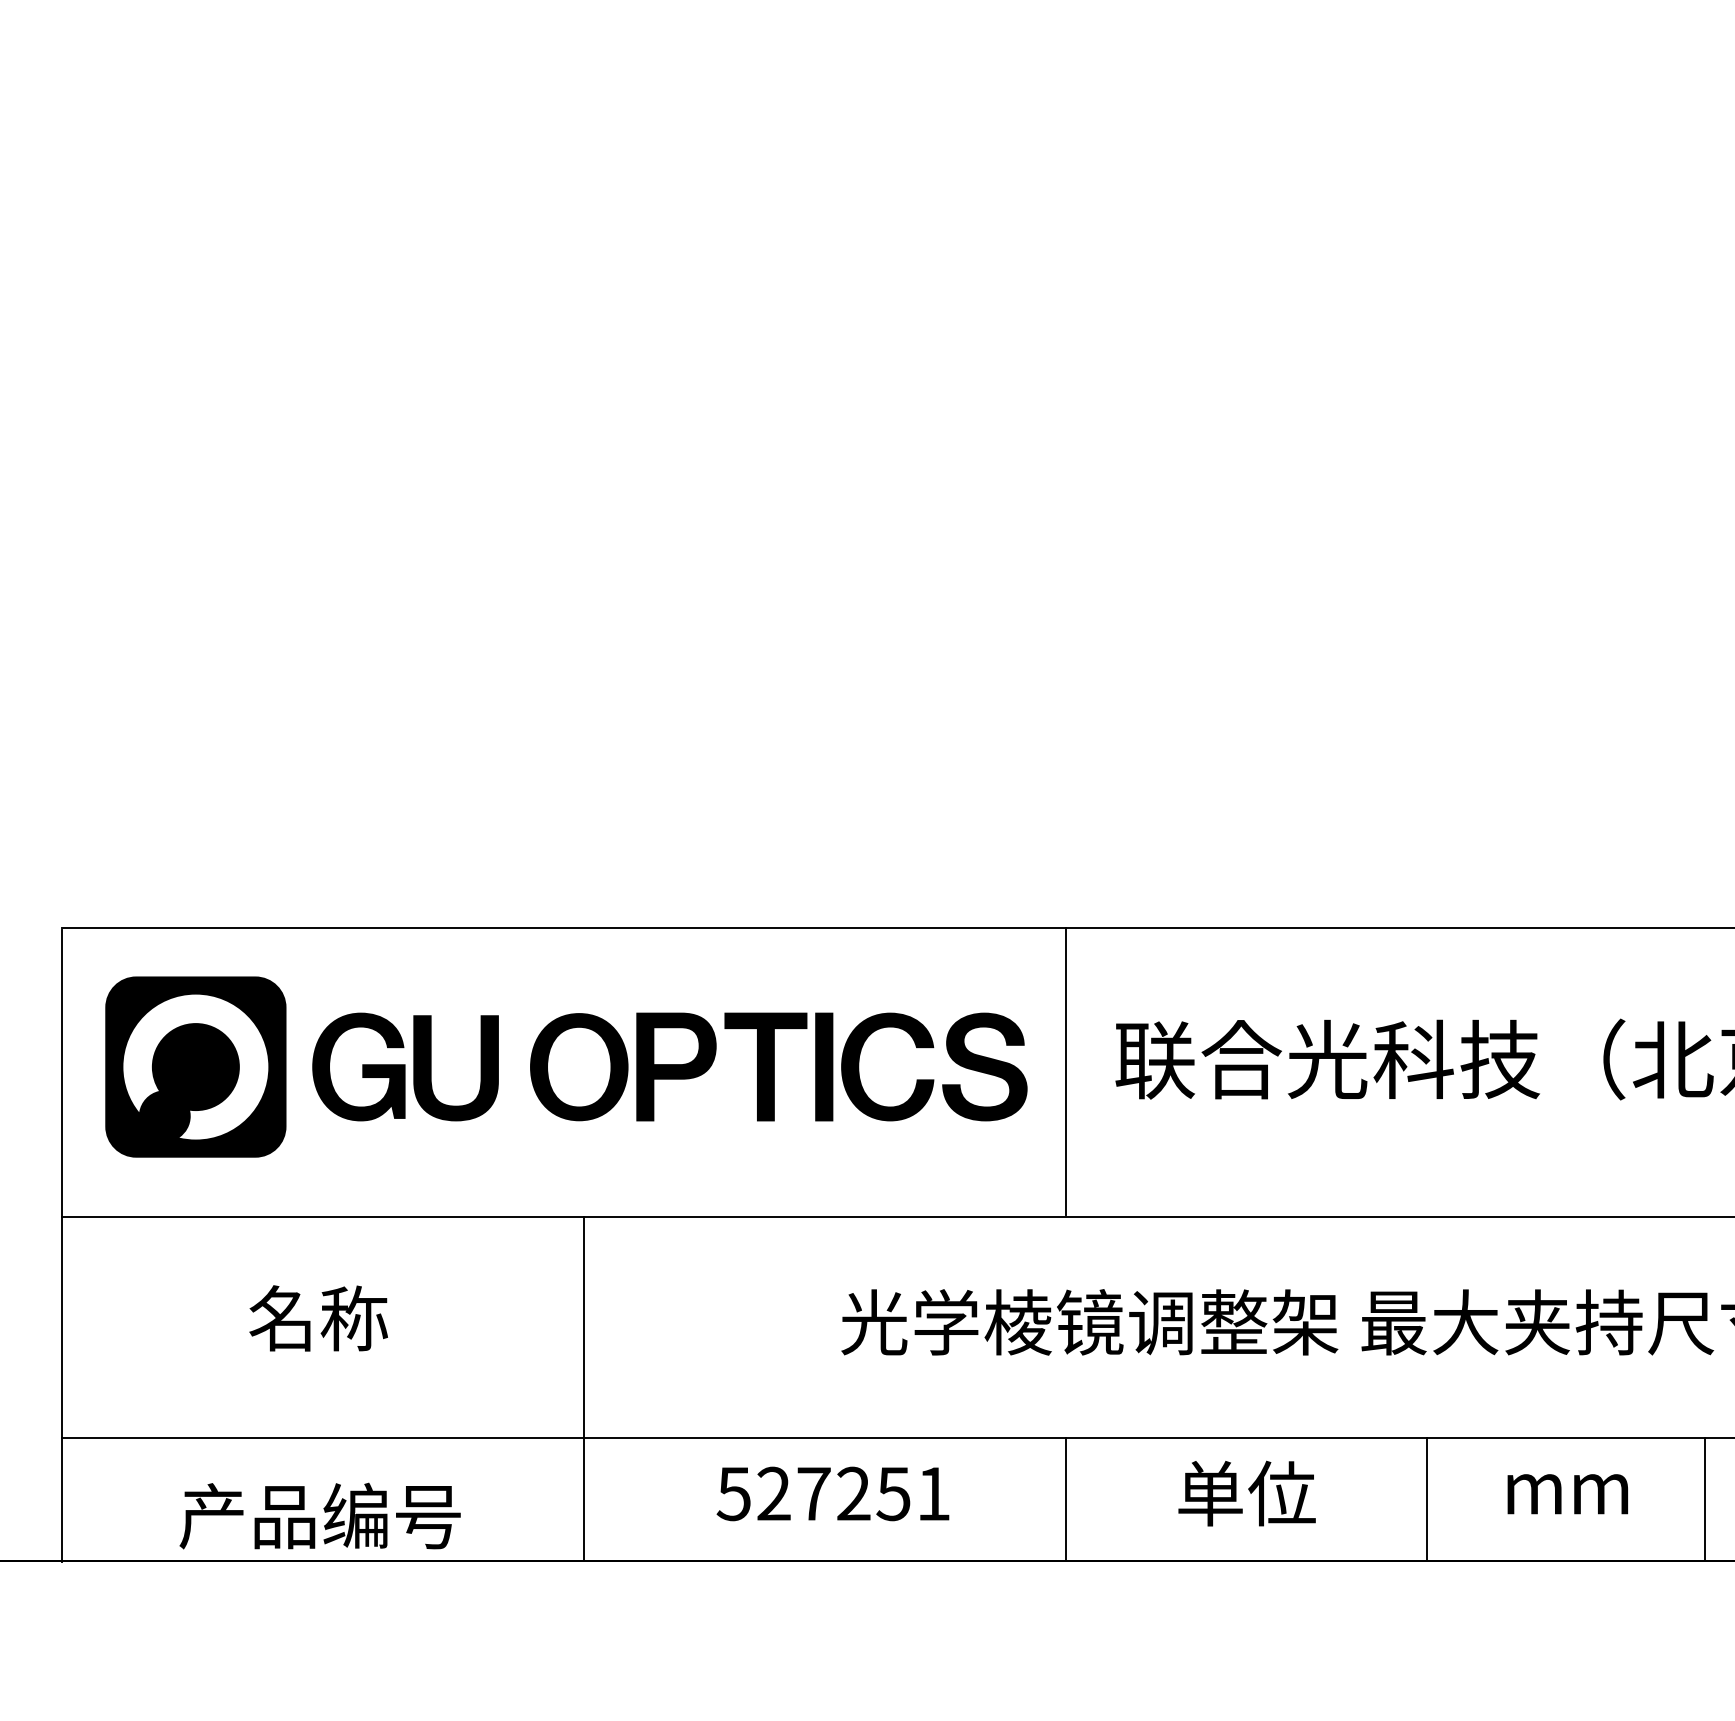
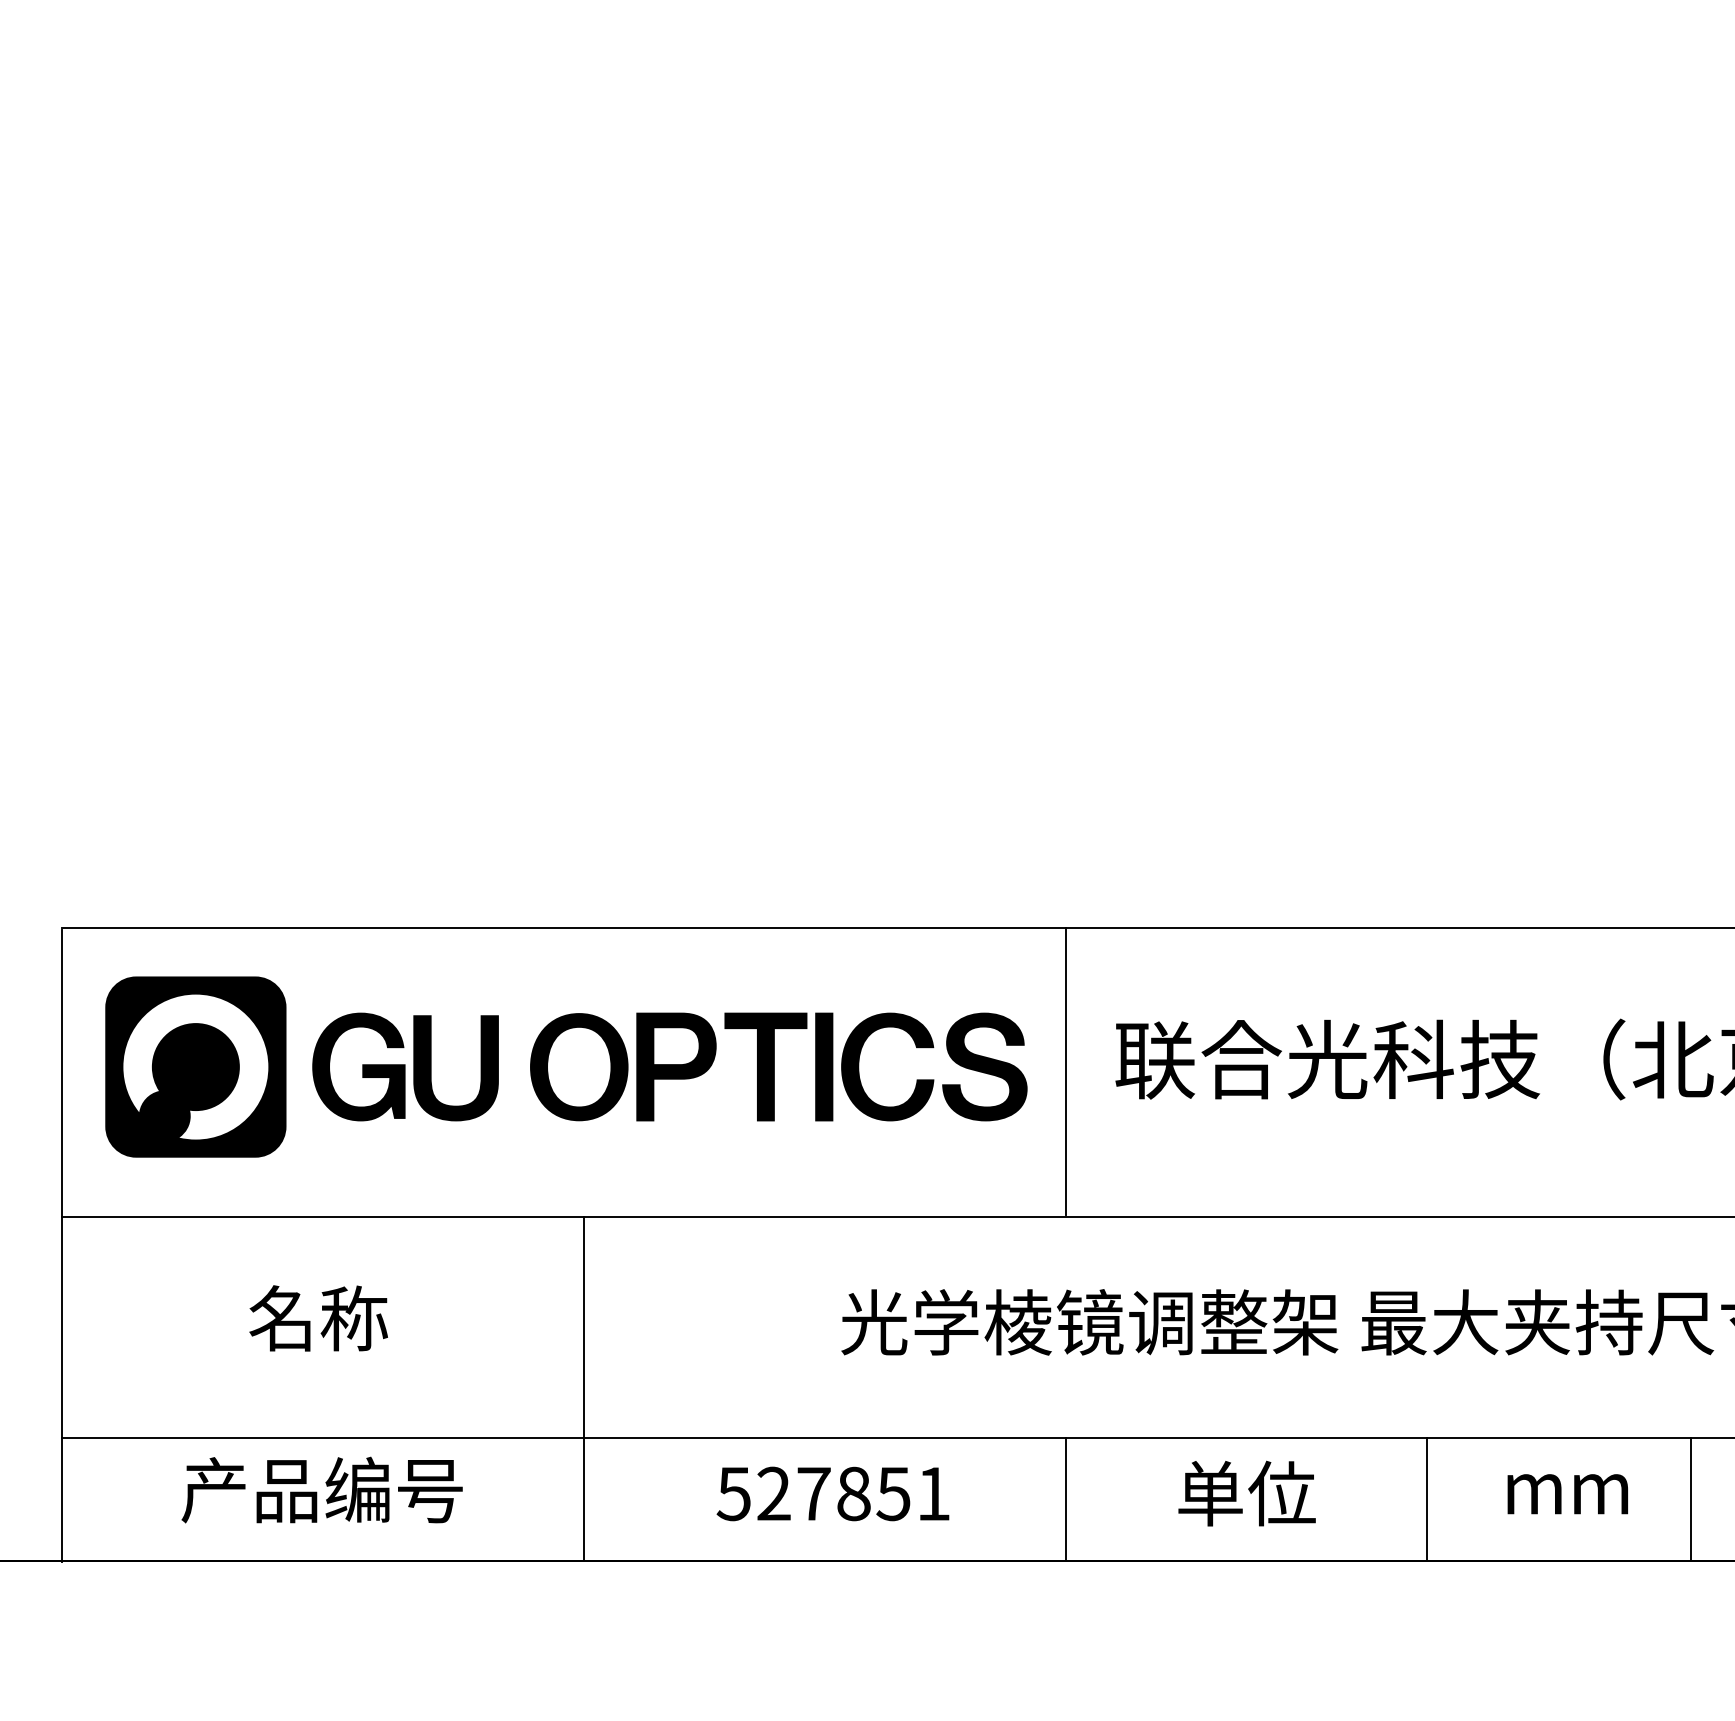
text at (853, 1493): 527251 -> 527851
line at (1705, 1498) position: (1705, 1498) -> (1691, 1498)
text at (319, 1515) position: (319, 1515) -> (321, 1489)
